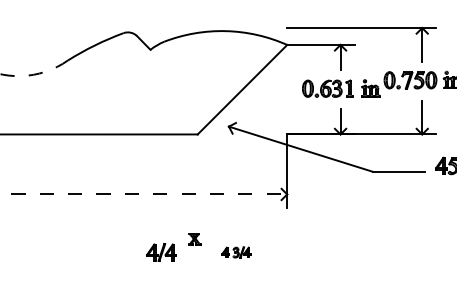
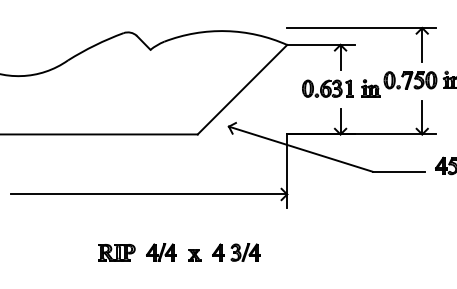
arc at (34, 74): dashed -> solid
line at (149, 194): dashed -> solid
part at (194, 239) position: (194, 239) -> (194, 255)
part at (116, 252): none -> present
part at (236, 252) size: 31x13 px -> 49x19 px
